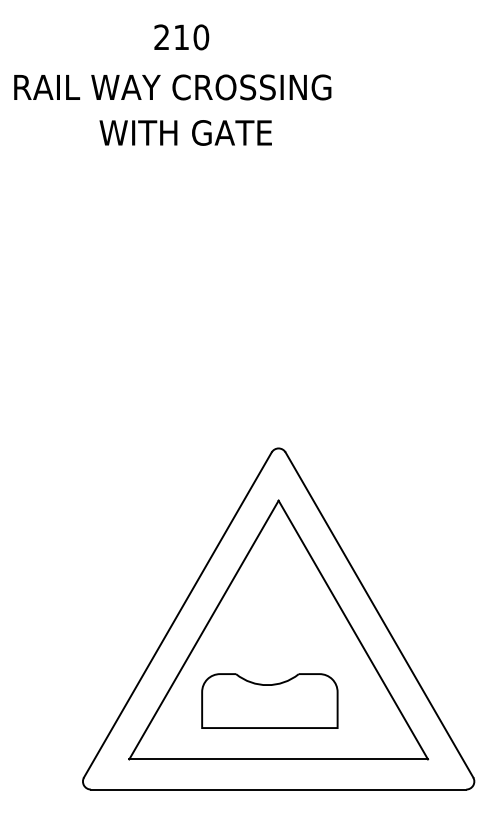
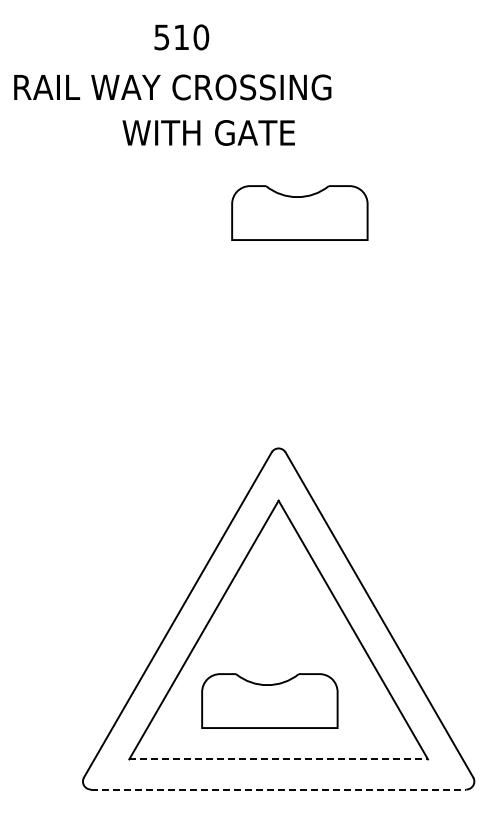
text at (161, 37): 210 -> 510
text at (185, 132) position: (185, 132) -> (208, 132)
part at (299, 212): none -> present
line at (279, 759): solid -> dashed
line at (278, 789): solid -> dashed
